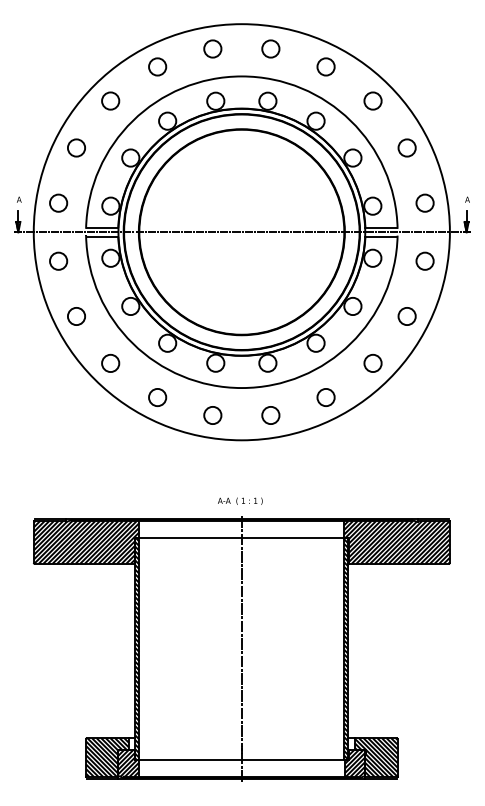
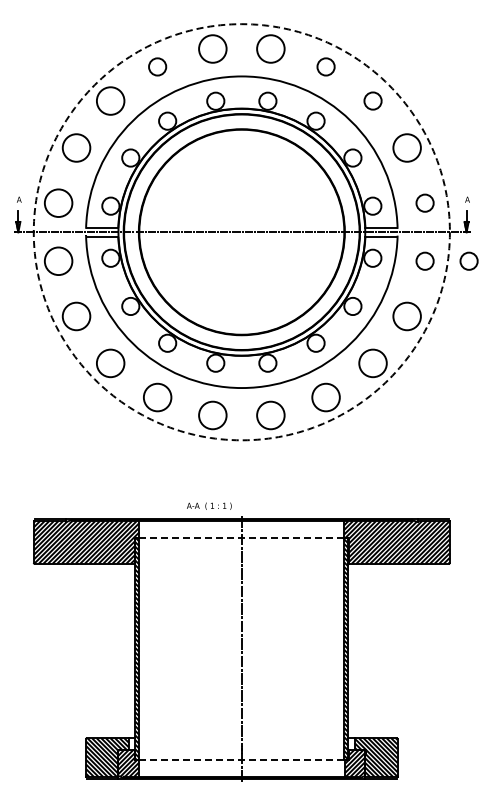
circle at (212, 48) diameter: 17 px -> 28 px
circle at (270, 48) diameter: 17 px -> 28 px
circle at (110, 100) diameter: 17 px -> 28 px
circle at (76, 147) diameter: 17 px -> 28 px
circle at (406, 147) diameter: 17 px -> 28 px
circle at (58, 202) diameter: 17 px -> 28 px
circle at (241, 232): solid -> dashed
circle at (58, 260) diameter: 17 px -> 28 px
circle at (468, 260): none -> present
circle at (76, 316) diameter: 17 px -> 28 px
circle at (406, 316) diameter: 17 px -> 28 px
circle at (110, 363) diameter: 17 px -> 28 px
circle at (372, 363) diameter: 17 px -> 28 px
circle at (157, 397) diameter: 17 px -> 28 px
circle at (325, 397) diameter: 17 px -> 28 px
circle at (212, 415) diameter: 17 px -> 28 px
circle at (270, 415) diameter: 17 px -> 28 px
text at (240, 500) position: (240, 500) -> (209, 505)
line at (242, 538): solid -> dashed
line at (241, 759): solid -> dashed
